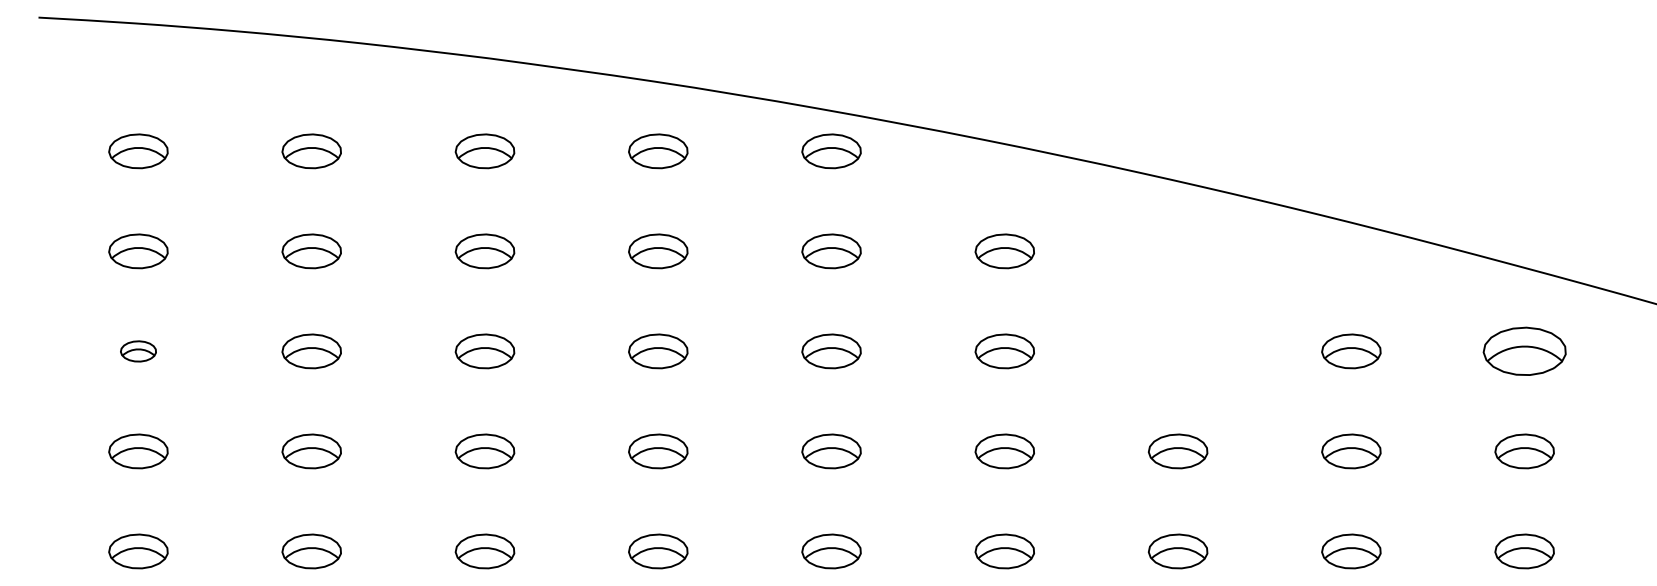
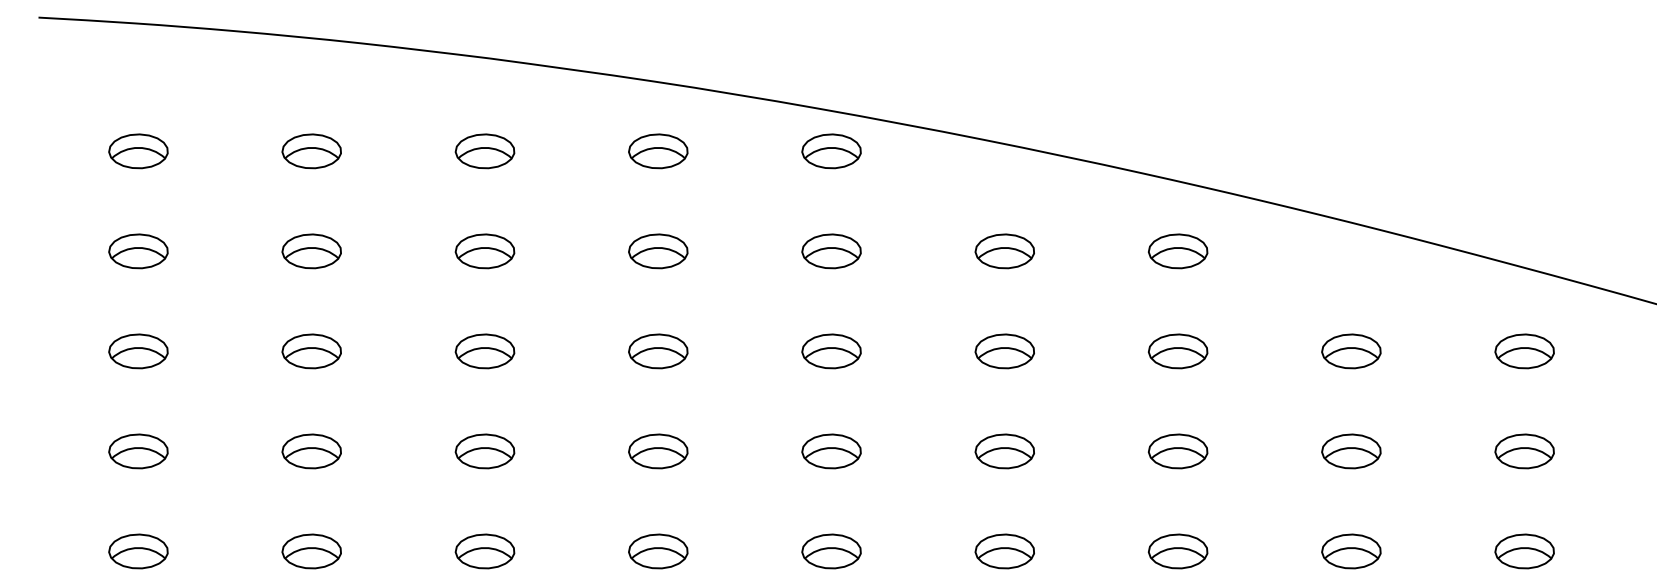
part at (1178, 251): none -> present
part at (1524, 350) size: 85x50 px -> 61x37 px
part at (138, 351) size: 37x23 px -> 61x37 px
part at (1178, 351): none -> present
